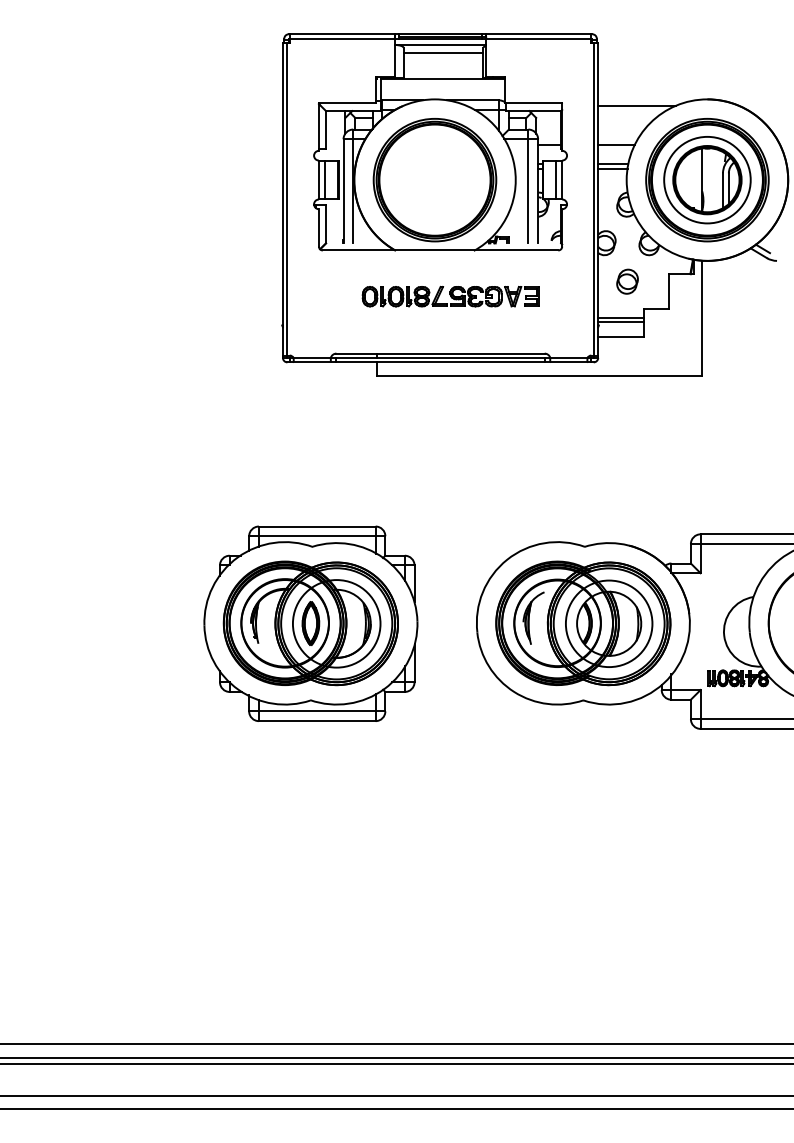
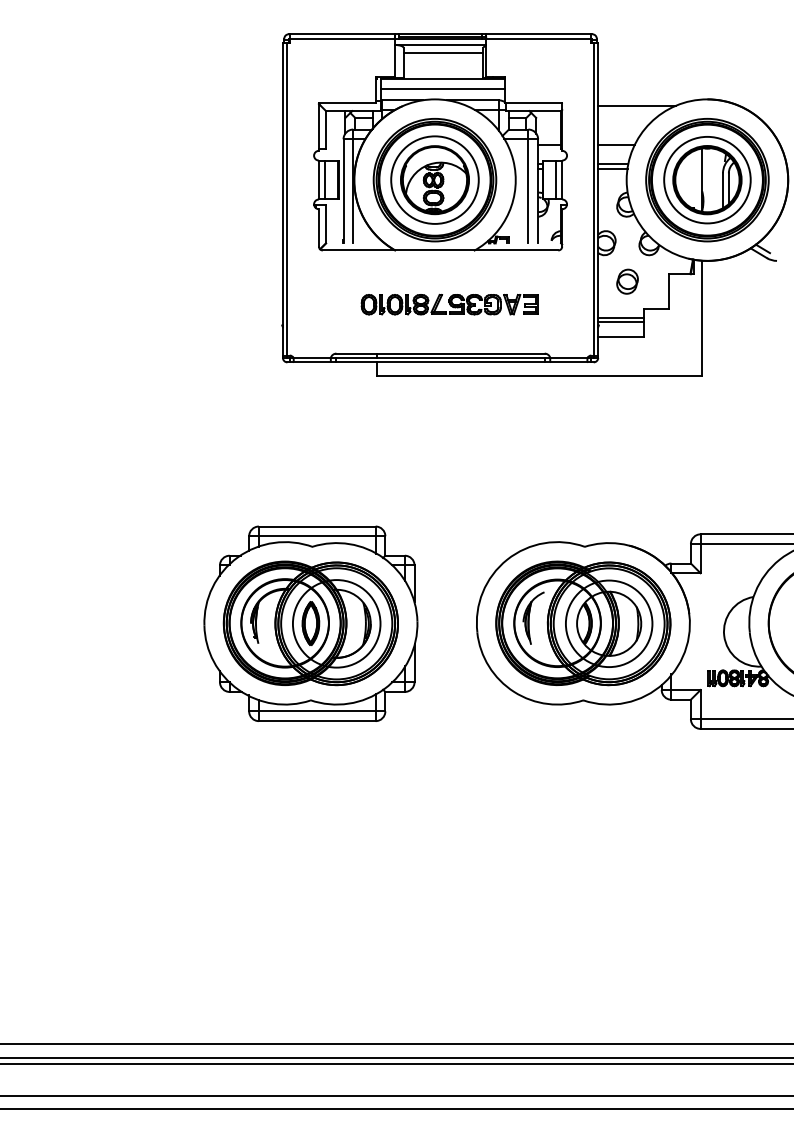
line at (442, 88): none -> present
part at (434, 179): none -> present
part at (450, 296) position: (450, 296) -> (449, 304)
